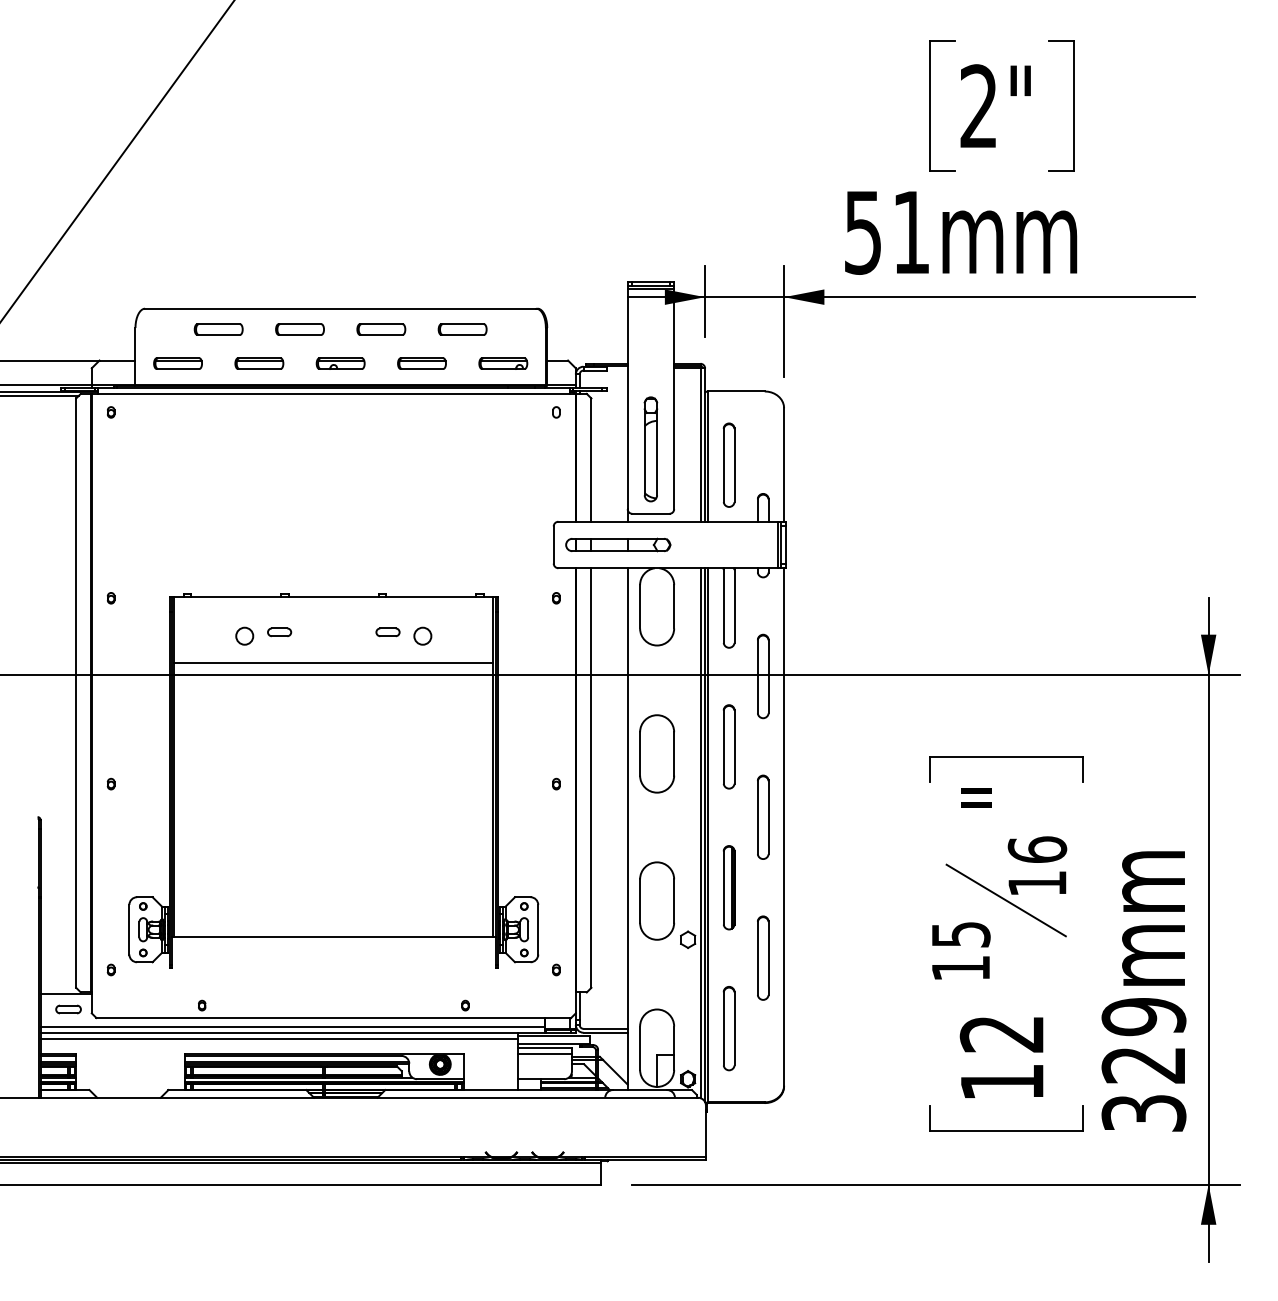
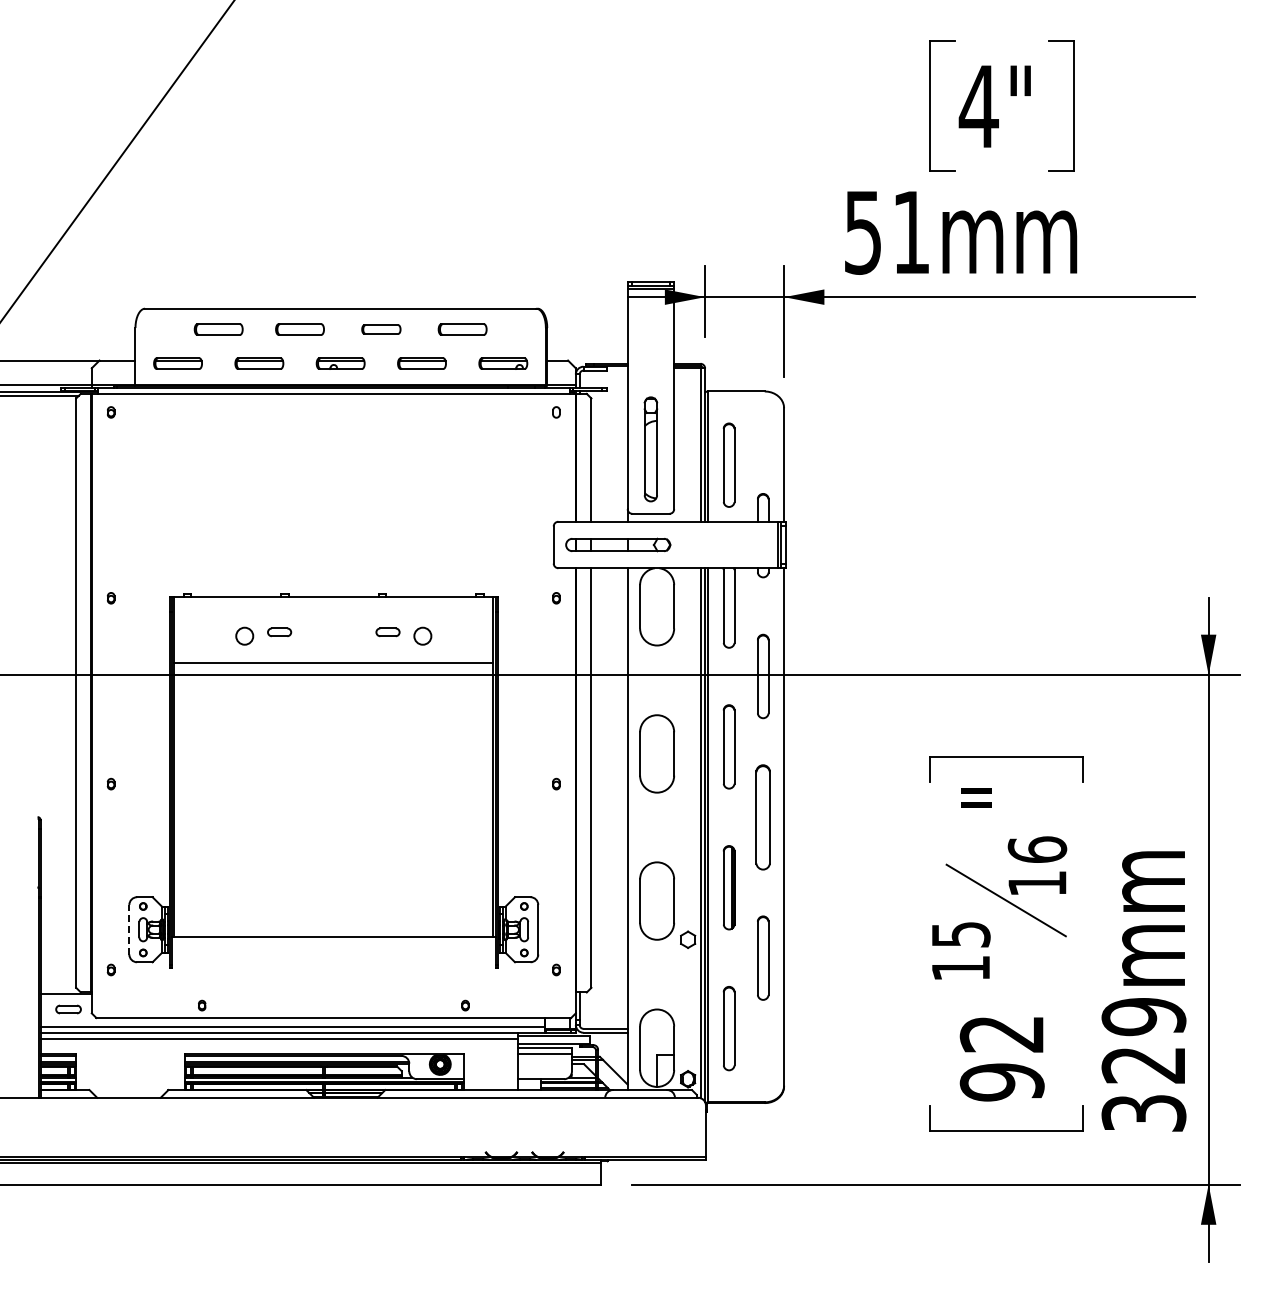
text at (978, 105): 2" -> 4"
part at (381, 329) size: 51x13 px -> 41x11 px
part at (763, 816) size: 13x86 px -> 16x107 px
line at (129, 929): solid -> dashed
text at (1001, 1082): 12 -> 92
